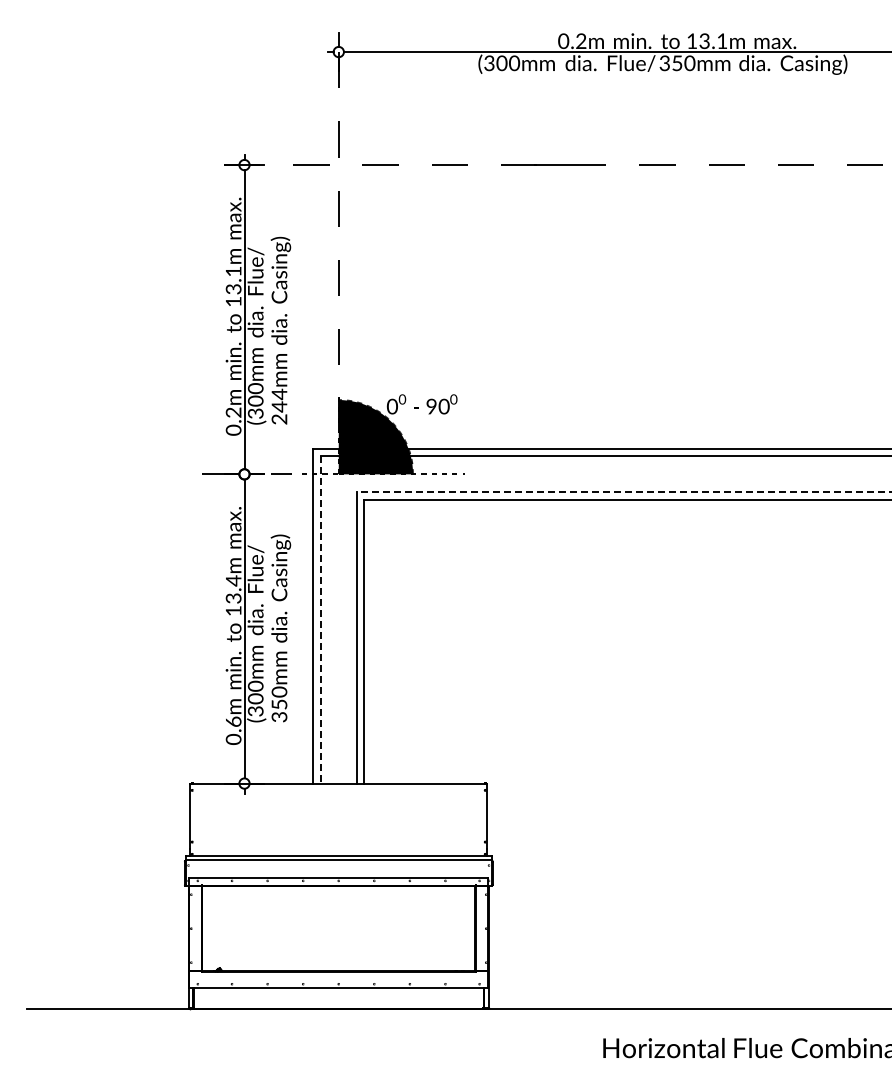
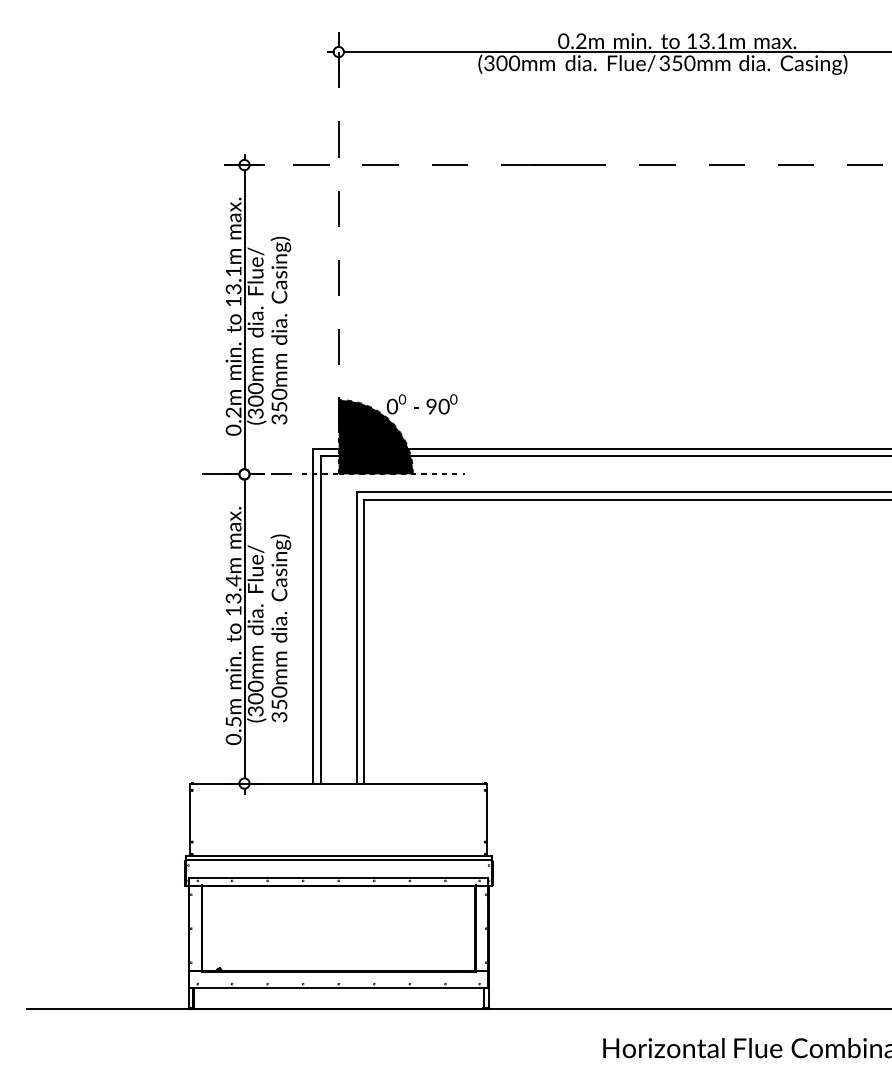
text at (279, 406): 244mm -> 350mm
line at (623, 492): dashed -> solid
line at (320, 619): dashed -> solid
text at (233, 721): 0.6m -> 0.5m
